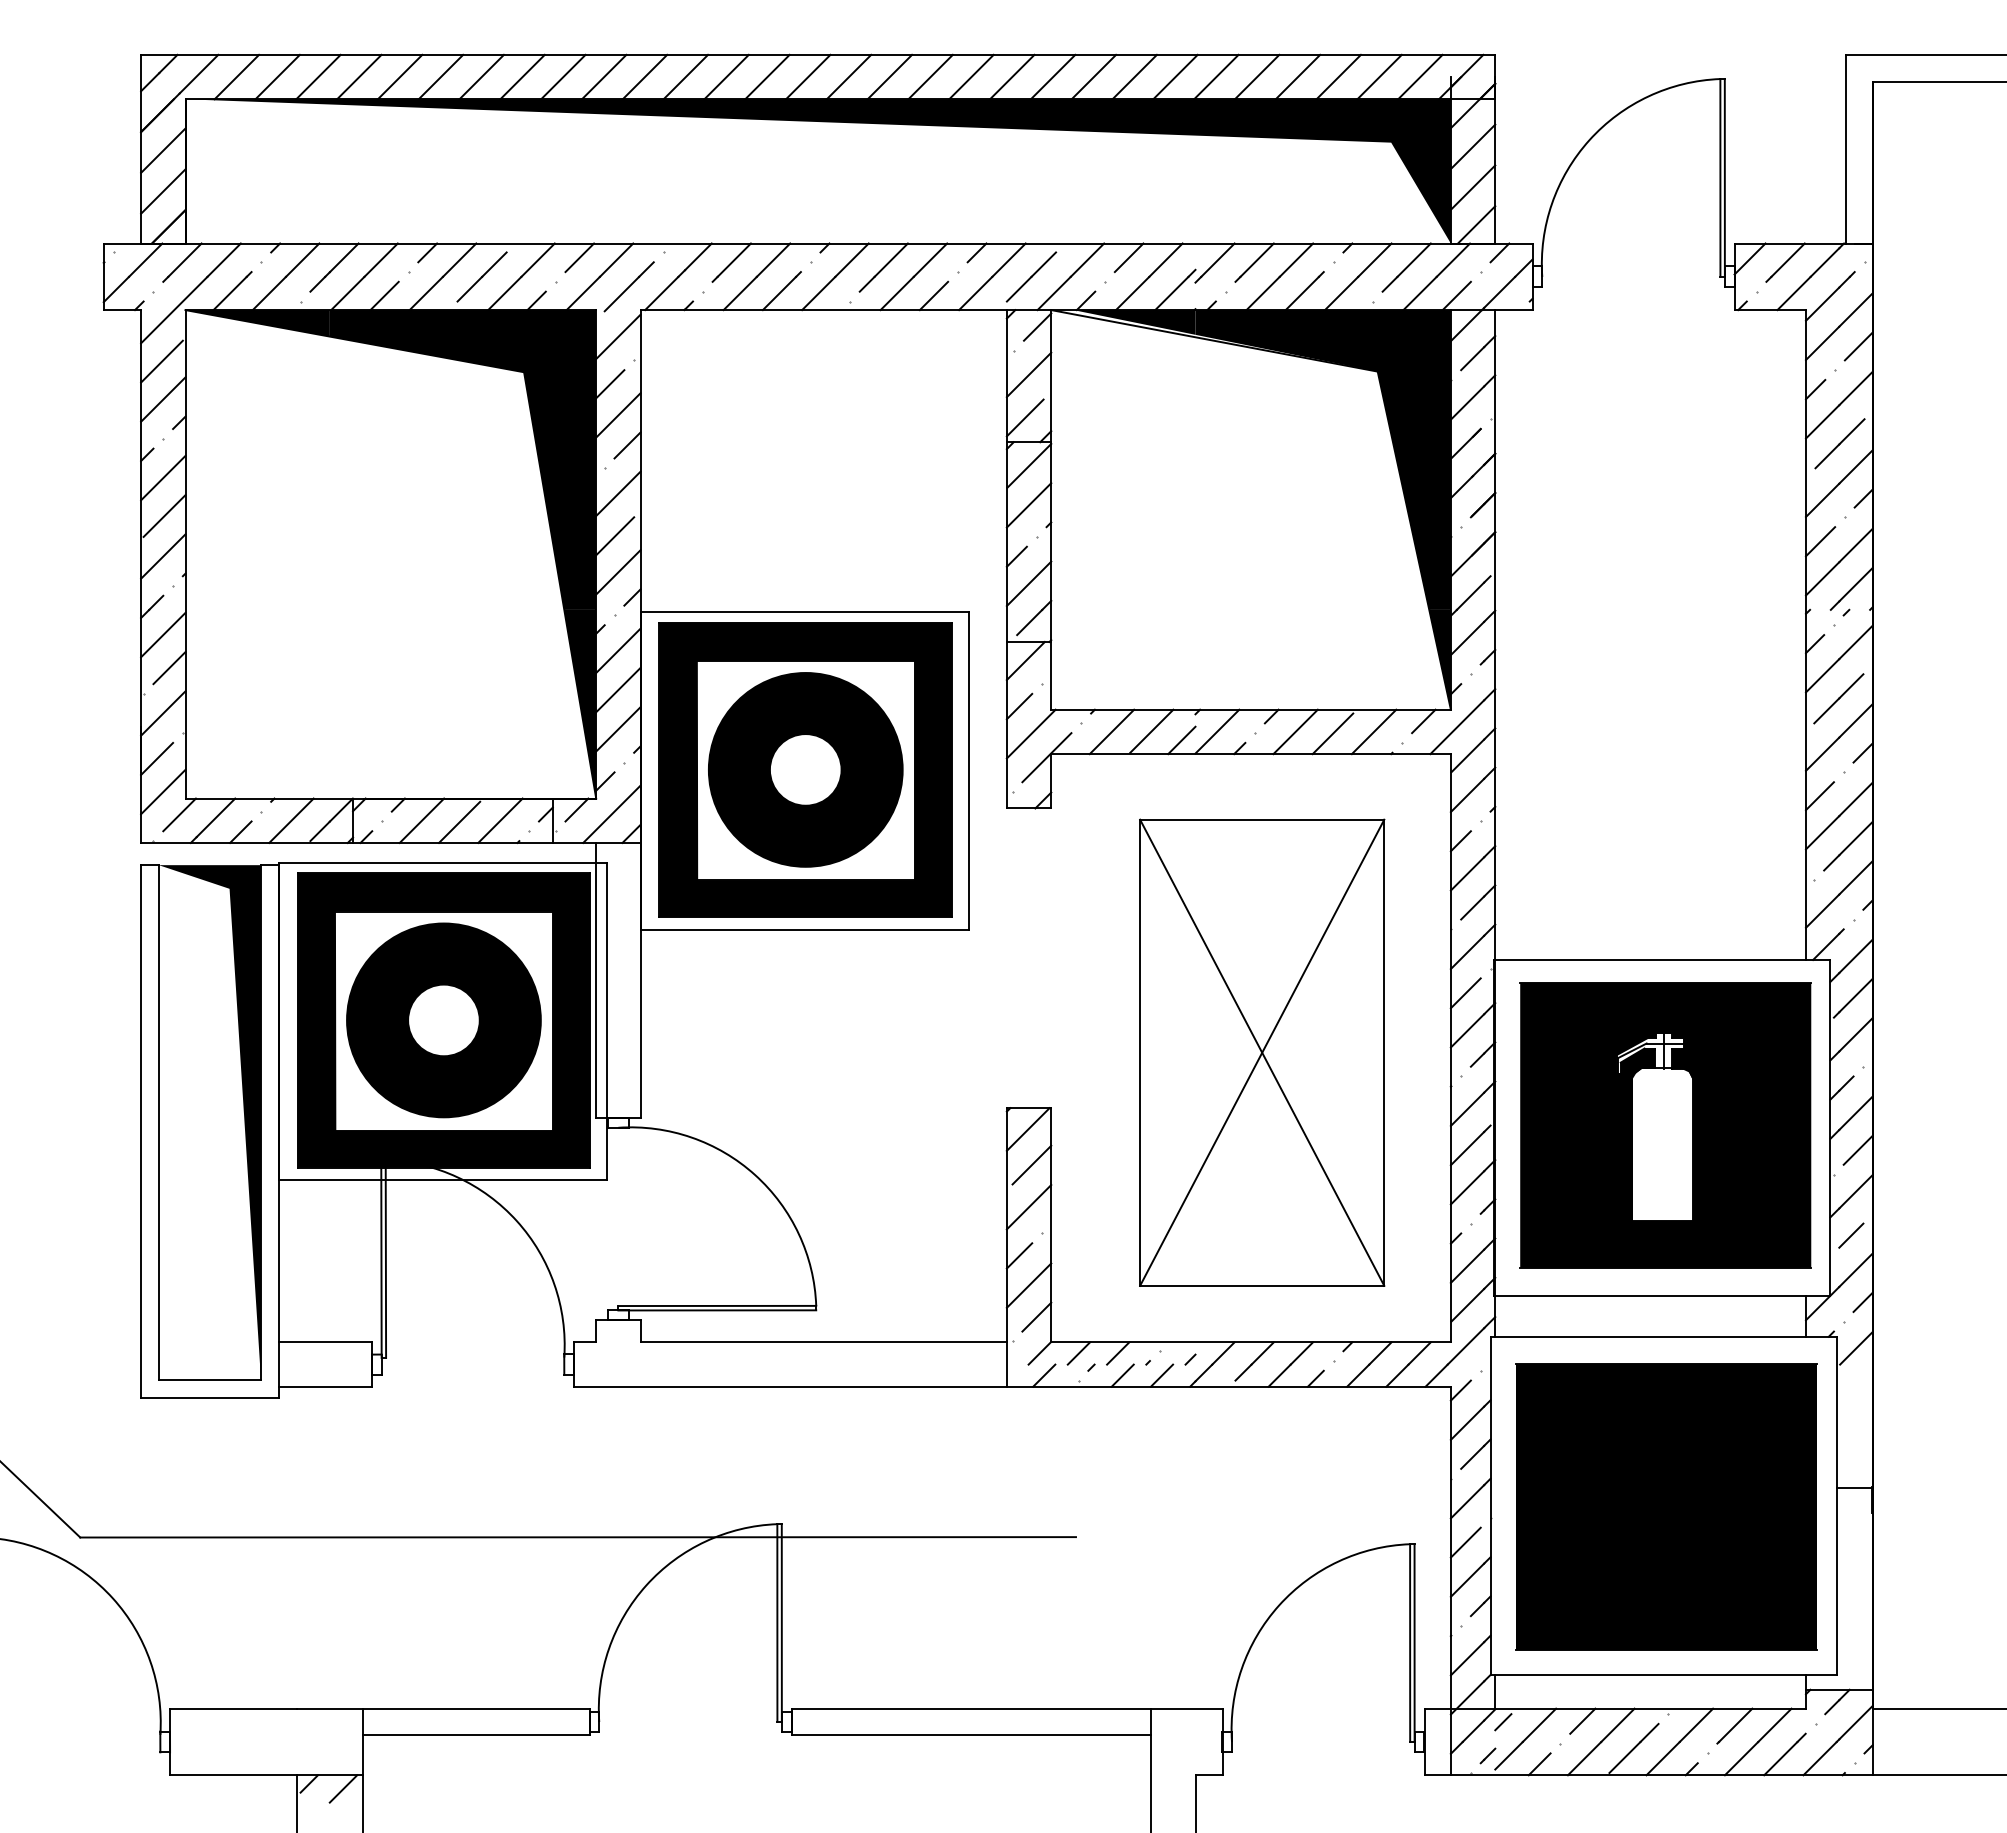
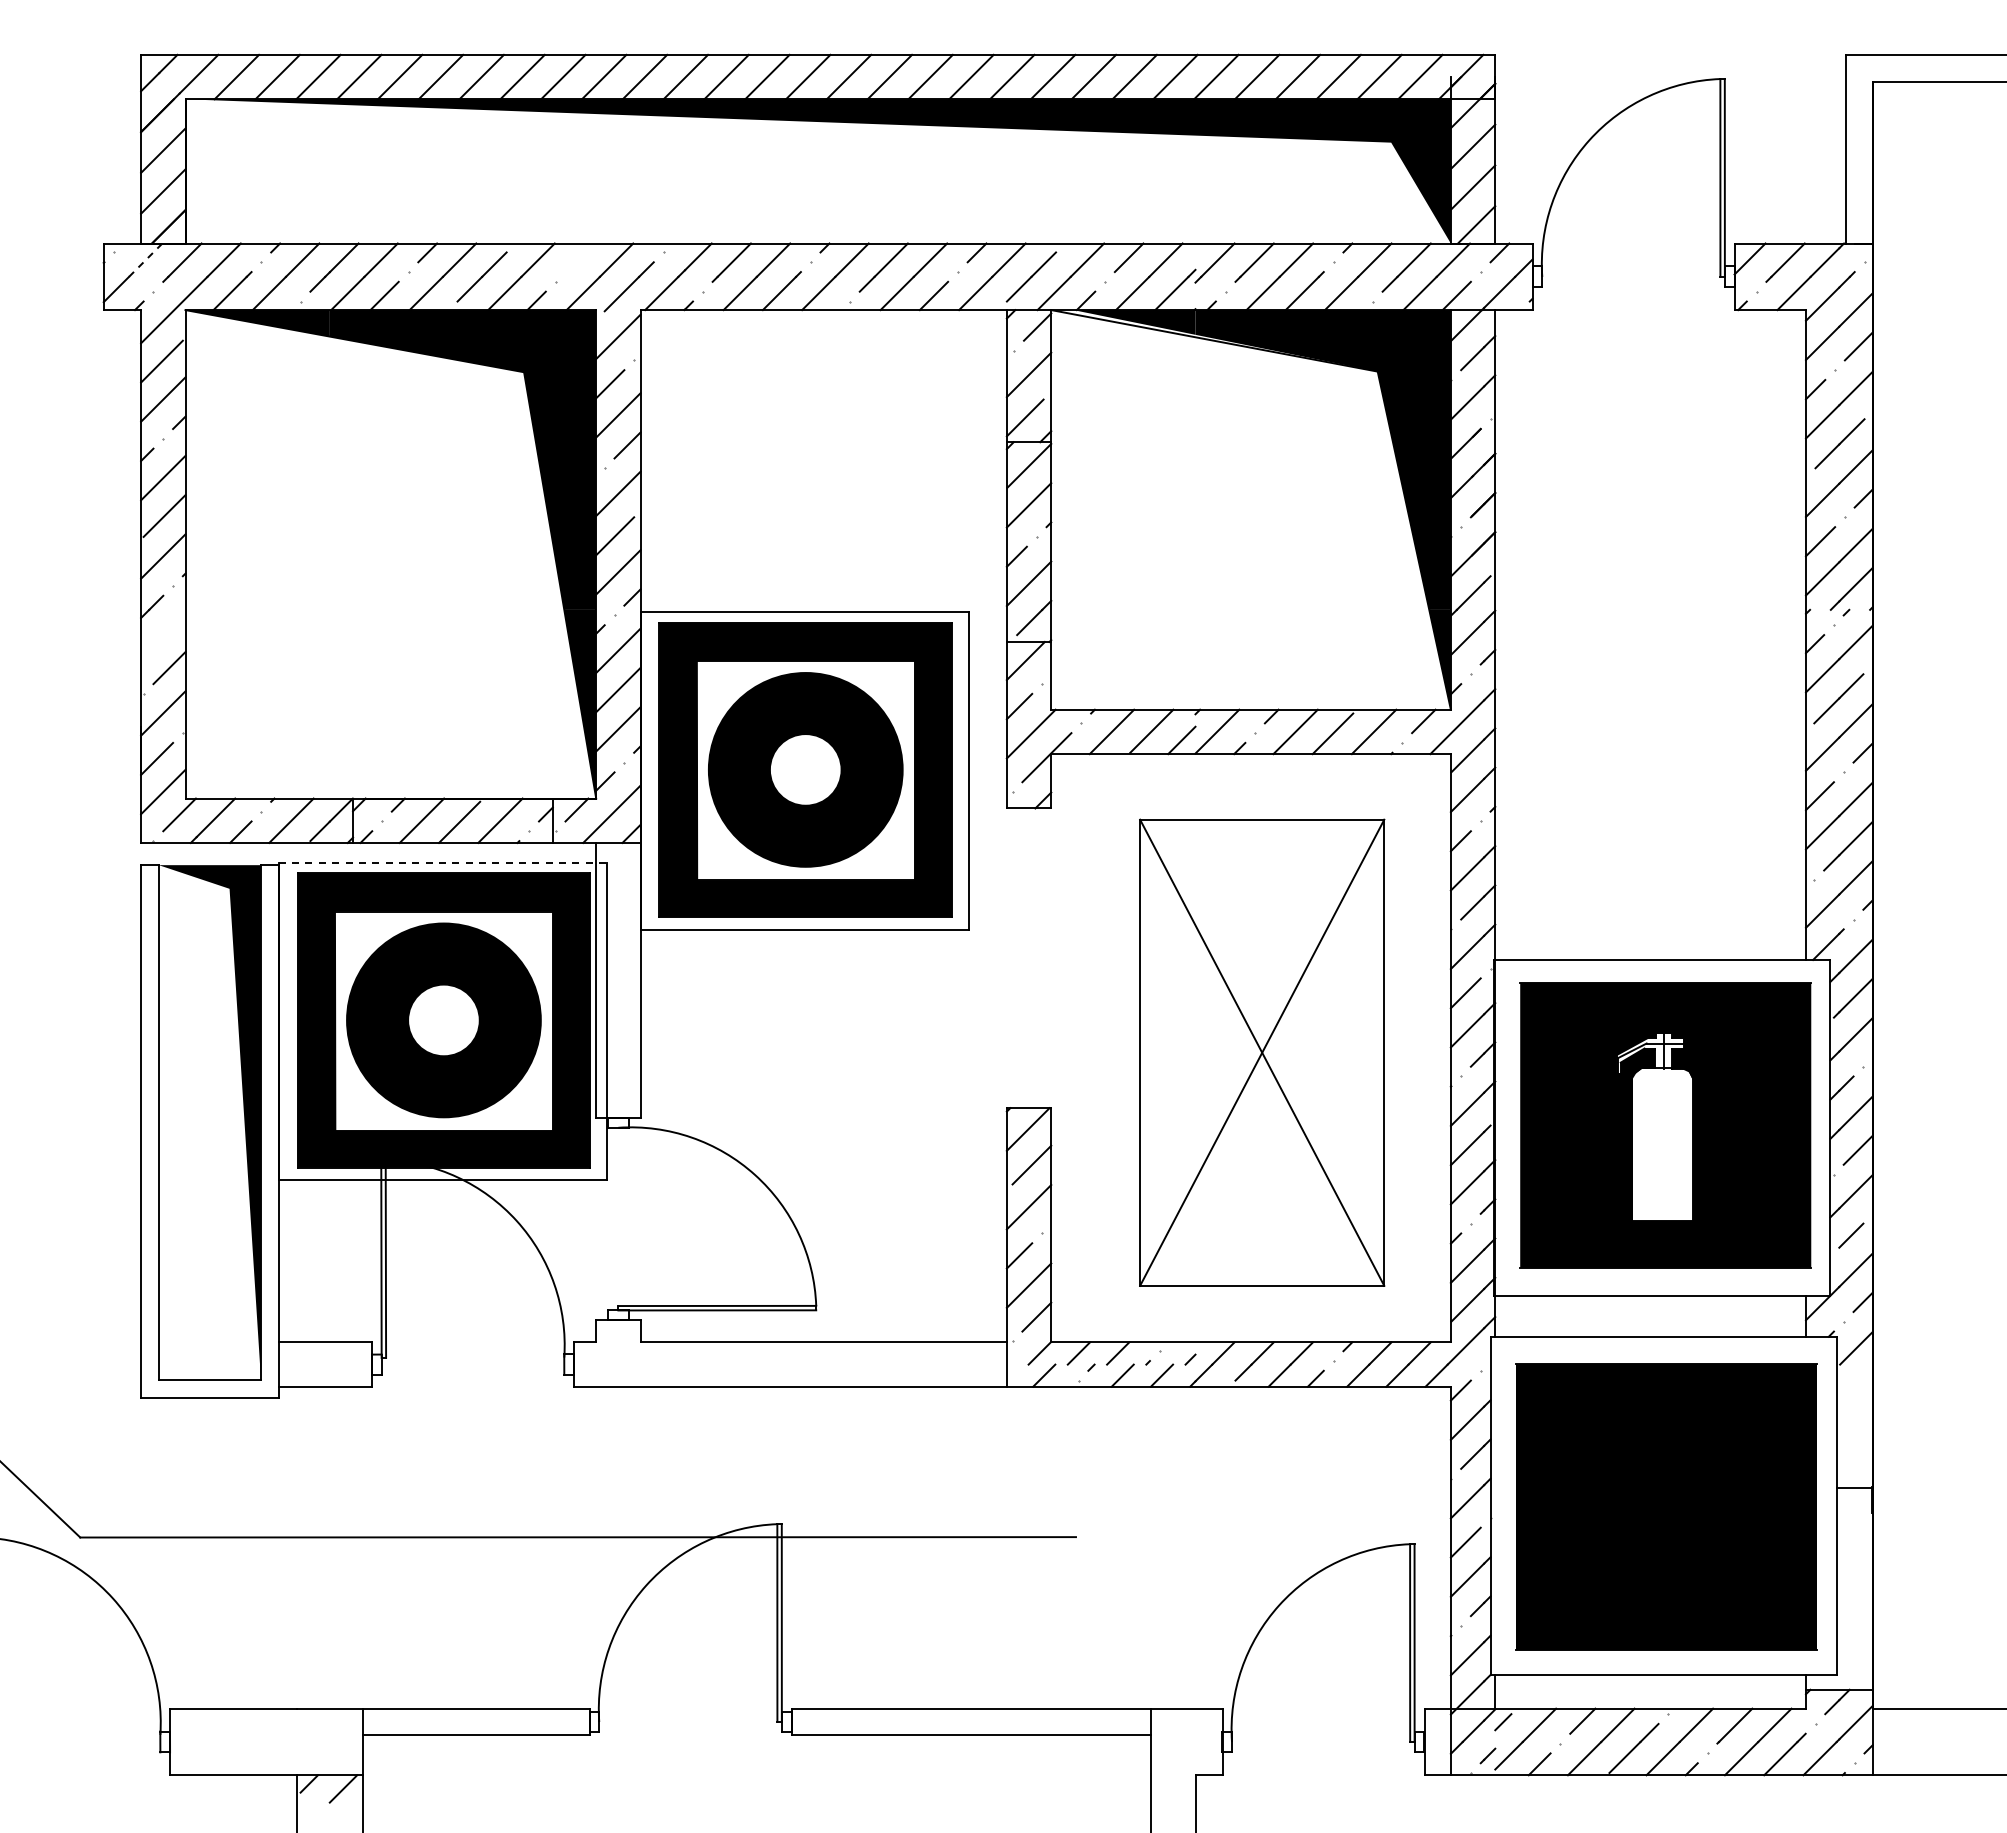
line at (579, 257): present -> none
line at (145, 260): solid -> dashed
line at (163, 634): present -> none
line at (442, 862): solid -> dashed
